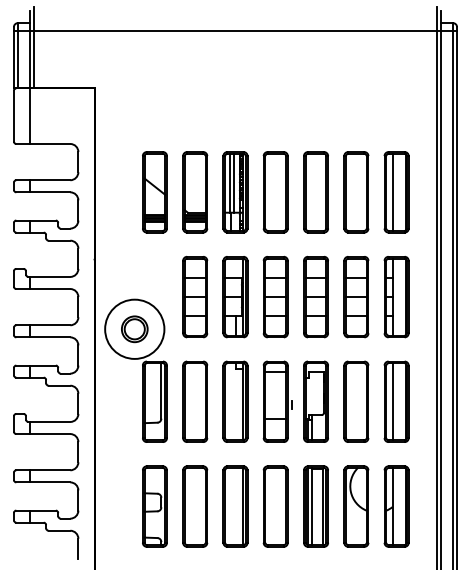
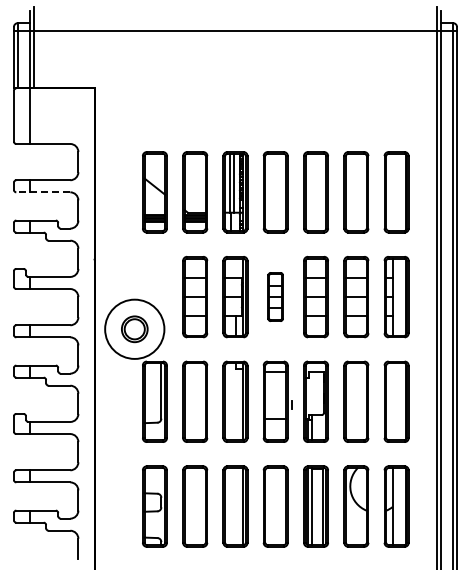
line at (392, 191): present -> none
line at (43, 192): solid -> dashed
part at (275, 296) size: 27x84 px -> 17x50 px
line at (392, 401): present -> none
